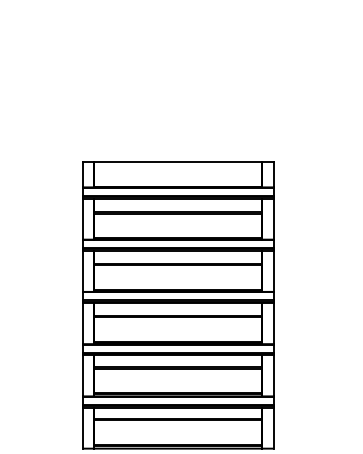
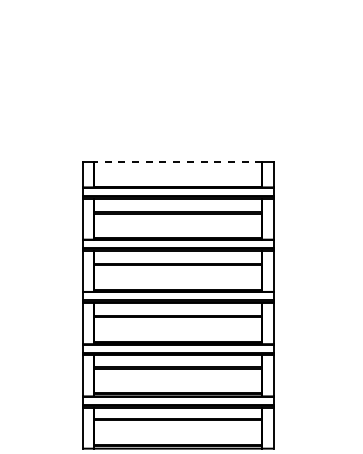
line at (177, 161): solid -> dashed
